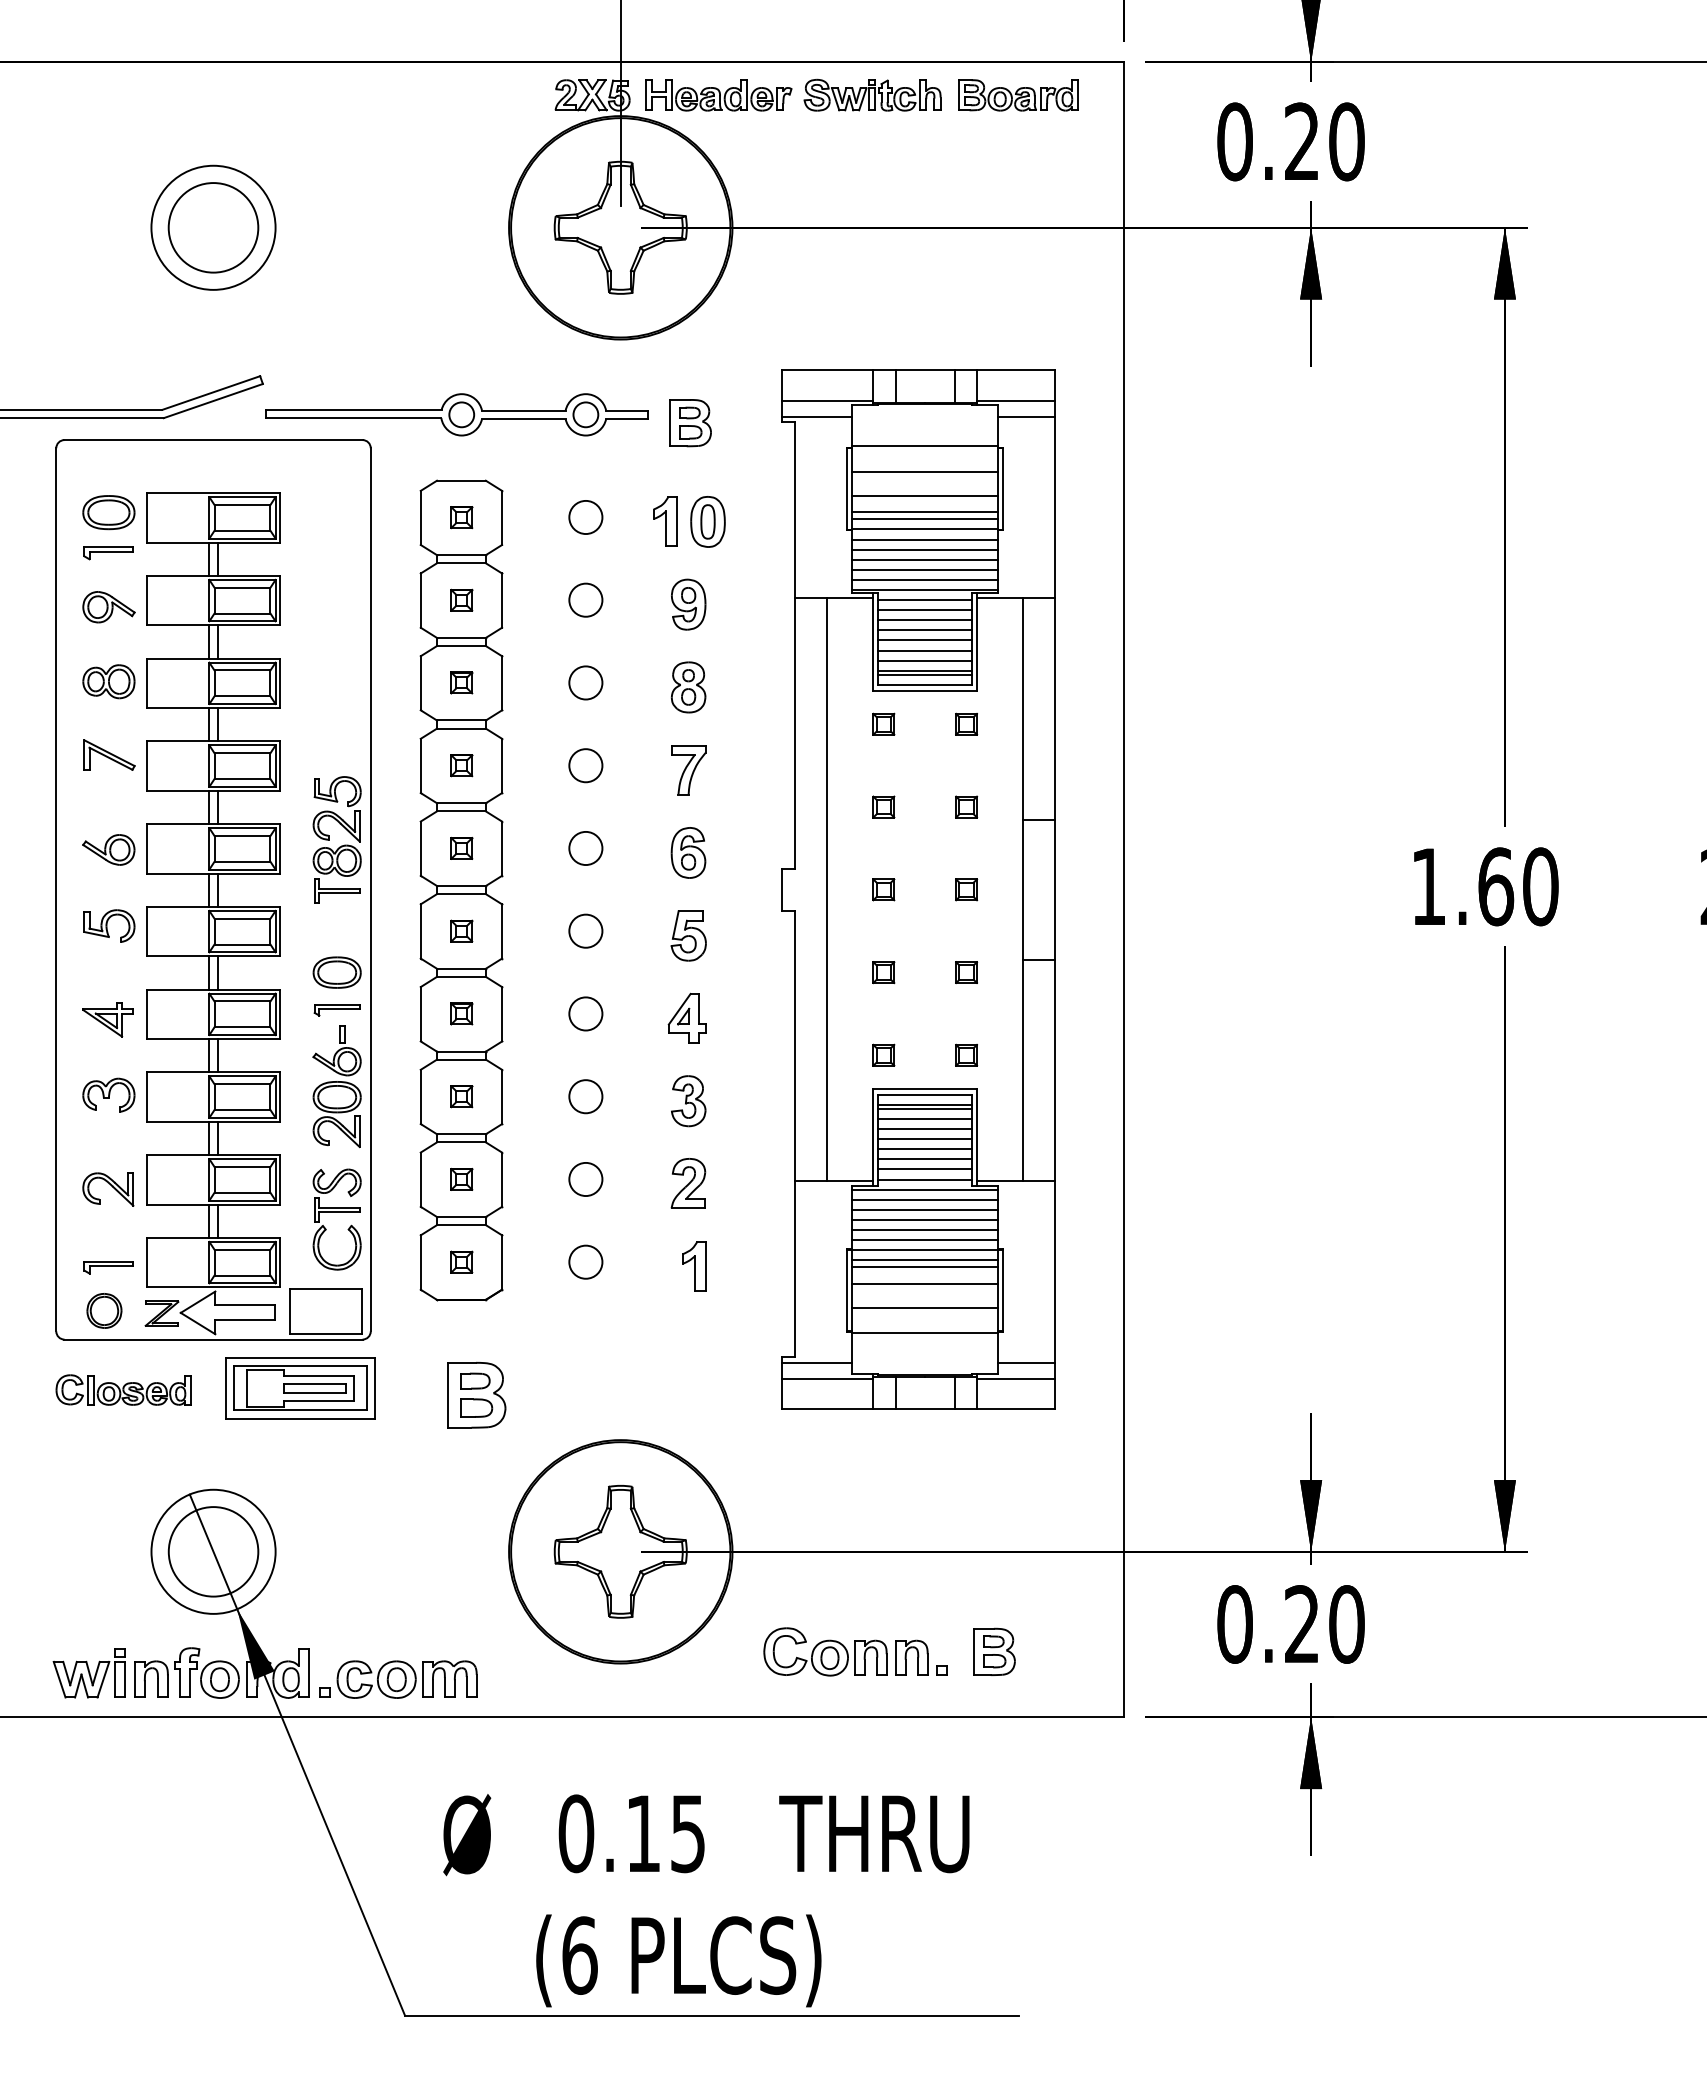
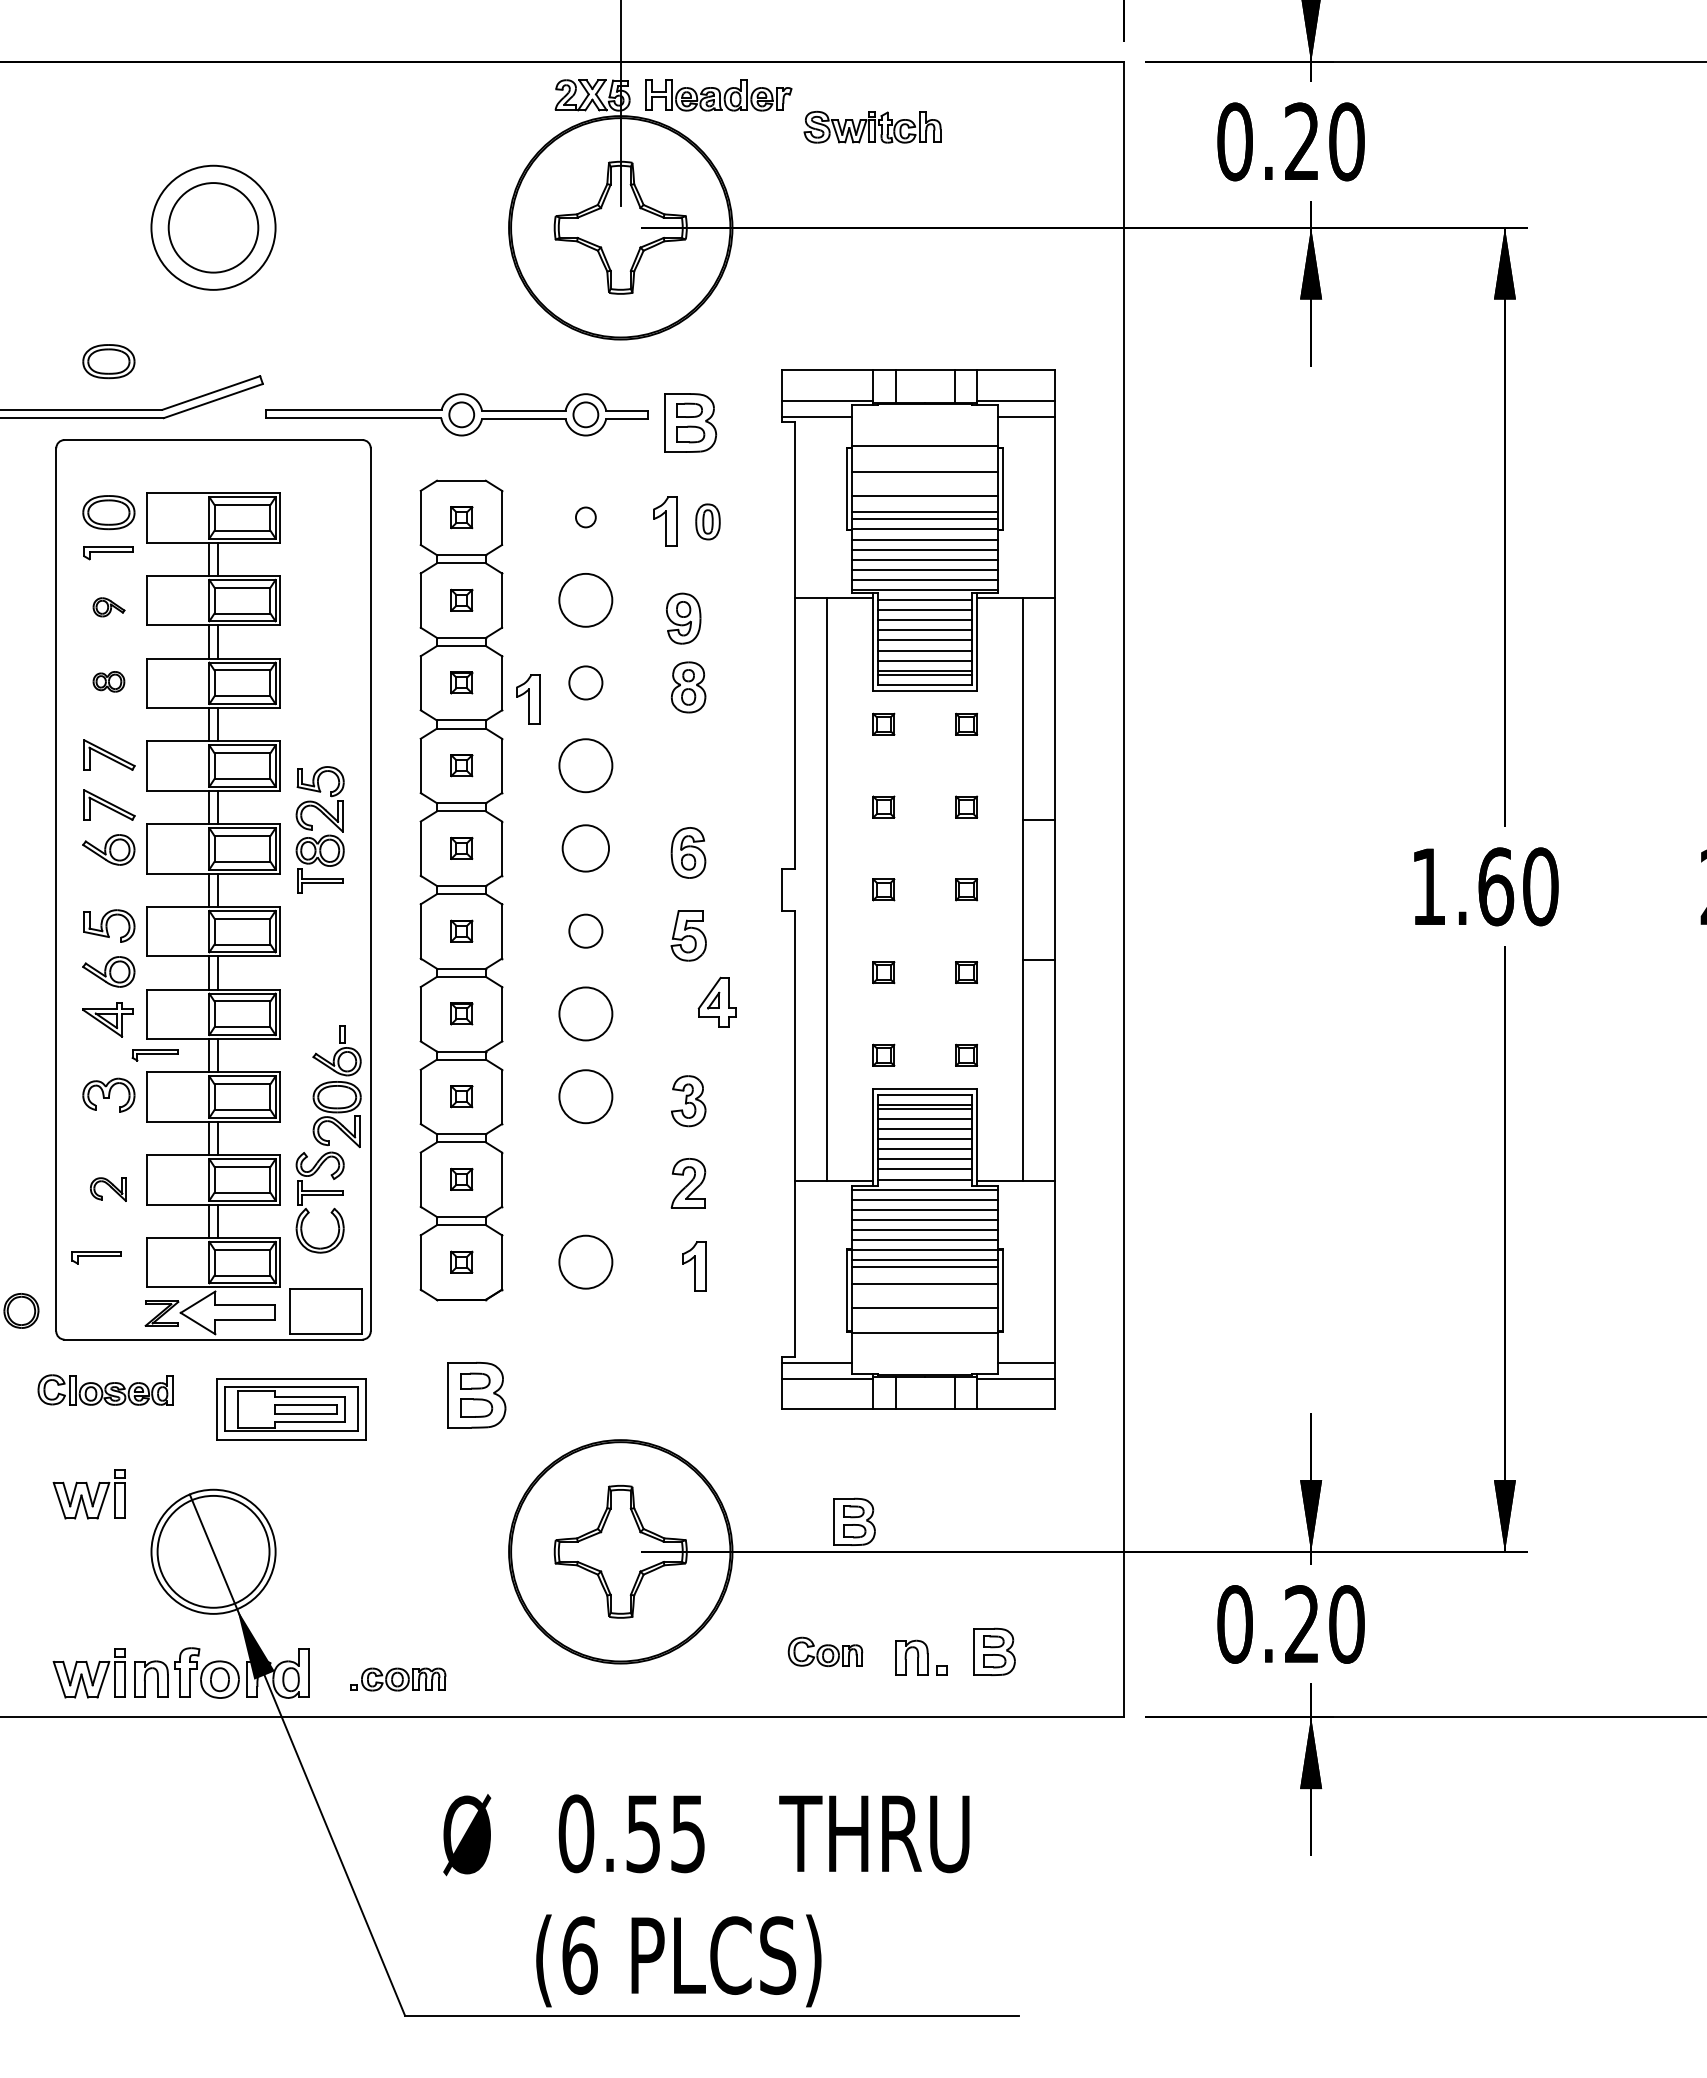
part at (872, 94) position: (872, 94) -> (872, 126)
part at (1018, 95): present -> none
part at (108, 361): none -> present
part at (690, 423) size: 43x49 px -> 54x60 px
circle at (585, 517) diameter: 33 px -> 20 px
part at (707, 521) size: 36x52 px -> 26x38 px
circle at (585, 599) size: 36x36 px -> 56x55 px
part at (688, 604) position: (688, 604) -> (683, 618)
part at (108, 607) size: 54x33 px -> 34x21 px
part at (108, 681) size: 54x36 px -> 34x22 px
part at (528, 699): none -> present
circle at (585, 765) diameter: 33 px -> 53 px
part at (688, 770): present -> none
part at (109, 804): none -> present
part at (329, 839) position: (329, 839) -> (312, 829)
circle at (585, 848) size: 36x35 px -> 49x49 px
part at (108, 971): none -> present
part at (336, 972): present -> none
part at (336, 1010) position: (336, 1010) -> (154, 1055)
circle at (585, 1013) diameter: 33 px -> 53 px
part at (686, 1017) position: (686, 1017) -> (716, 1001)
circle at (585, 1096) diameter: 33 px -> 53 px
circle at (585, 1179): present -> none
part at (108, 1189) size: 53x35 px -> 37x25 px
part at (336, 1212) position: (336, 1212) -> (319, 1195)
circle at (585, 1261) diameter: 33 px -> 53 px
part at (108, 1267) position: (108, 1267) -> (96, 1257)
part at (104, 1310) position: (104, 1310) -> (21, 1310)
part at (300, 1388) position: (300, 1388) -> (291, 1409)
part at (123, 1389) position: (123, 1389) -> (105, 1389)
part at (88, 1494): none -> present
part at (854, 1521): none -> present
circle at (213, 1551) diameter: 90 px -> 112 px
part at (825, 1651) size: 125x50 px -> 77x32 px
part at (398, 1679) size: 159x39 px -> 97x25 px
text at (642, 1834): 0.15 -> 0.55
